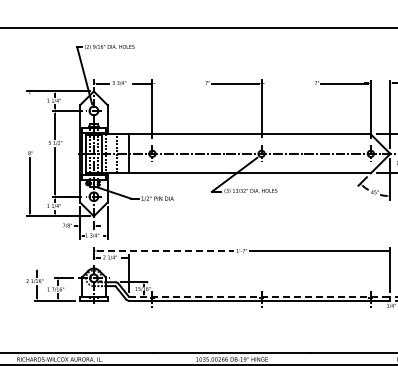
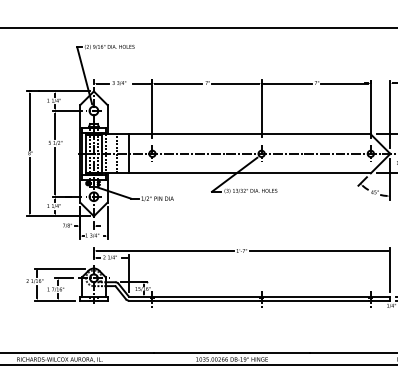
line at (178, 83): none -> present
line at (287, 83): none -> present
line at (29, 121): none -> present
line at (165, 250): dashed -> solid
line at (59, 268): none -> present
line at (260, 296): dashed -> solid
